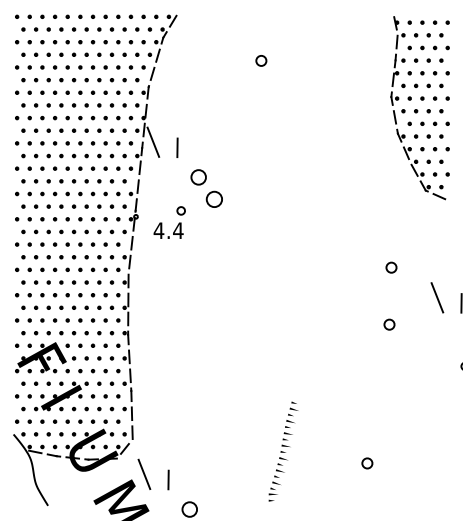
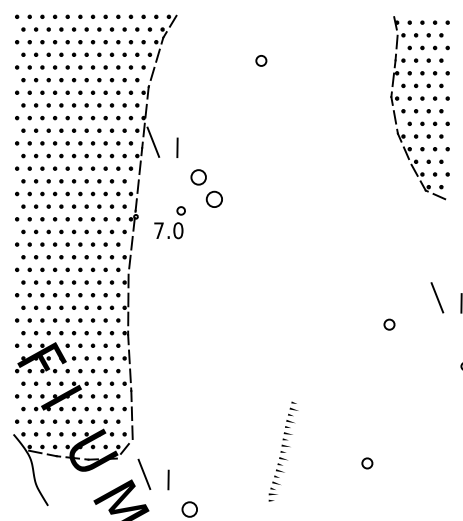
text at (168, 230): 4.4 -> 7.0
part at (391, 267): present -> none
